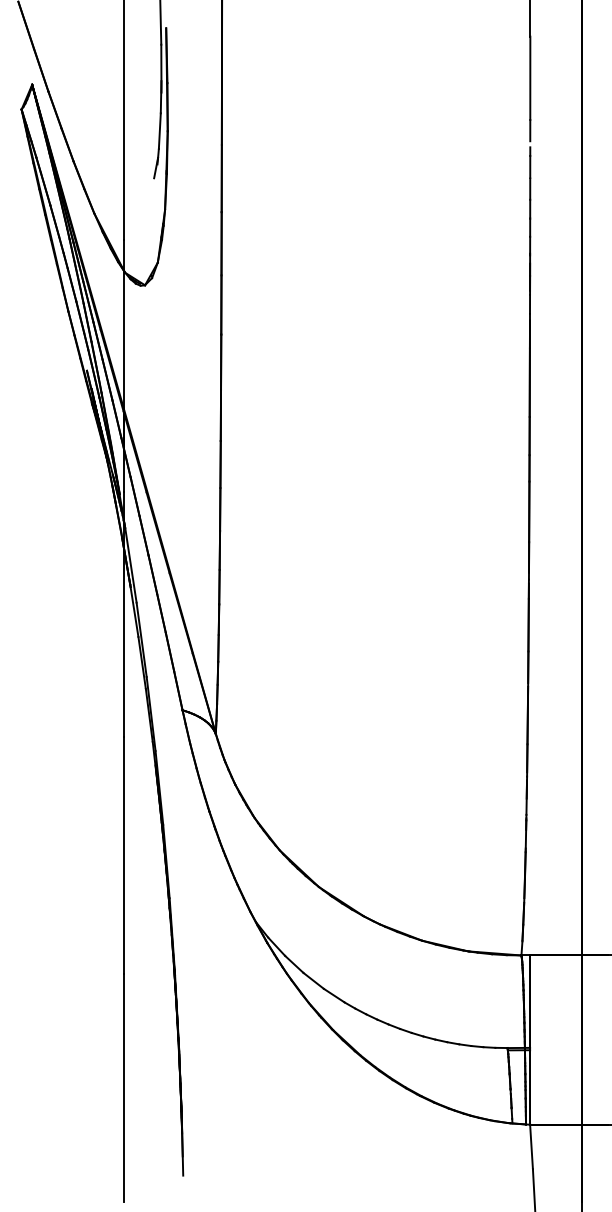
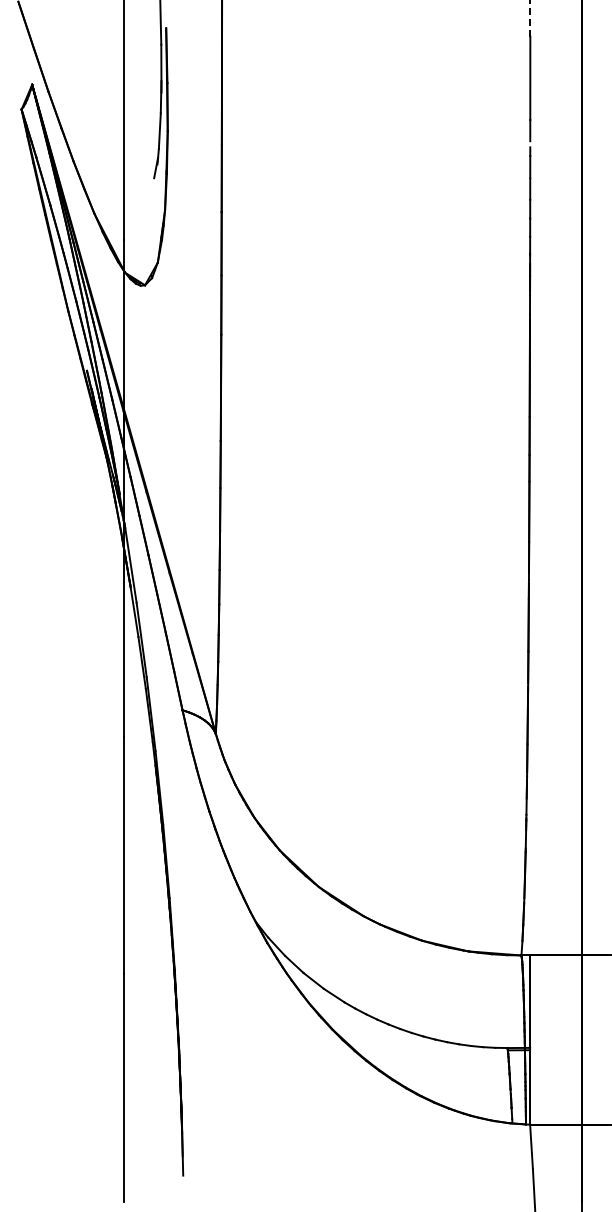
line at (530, 18): solid -> dashed
